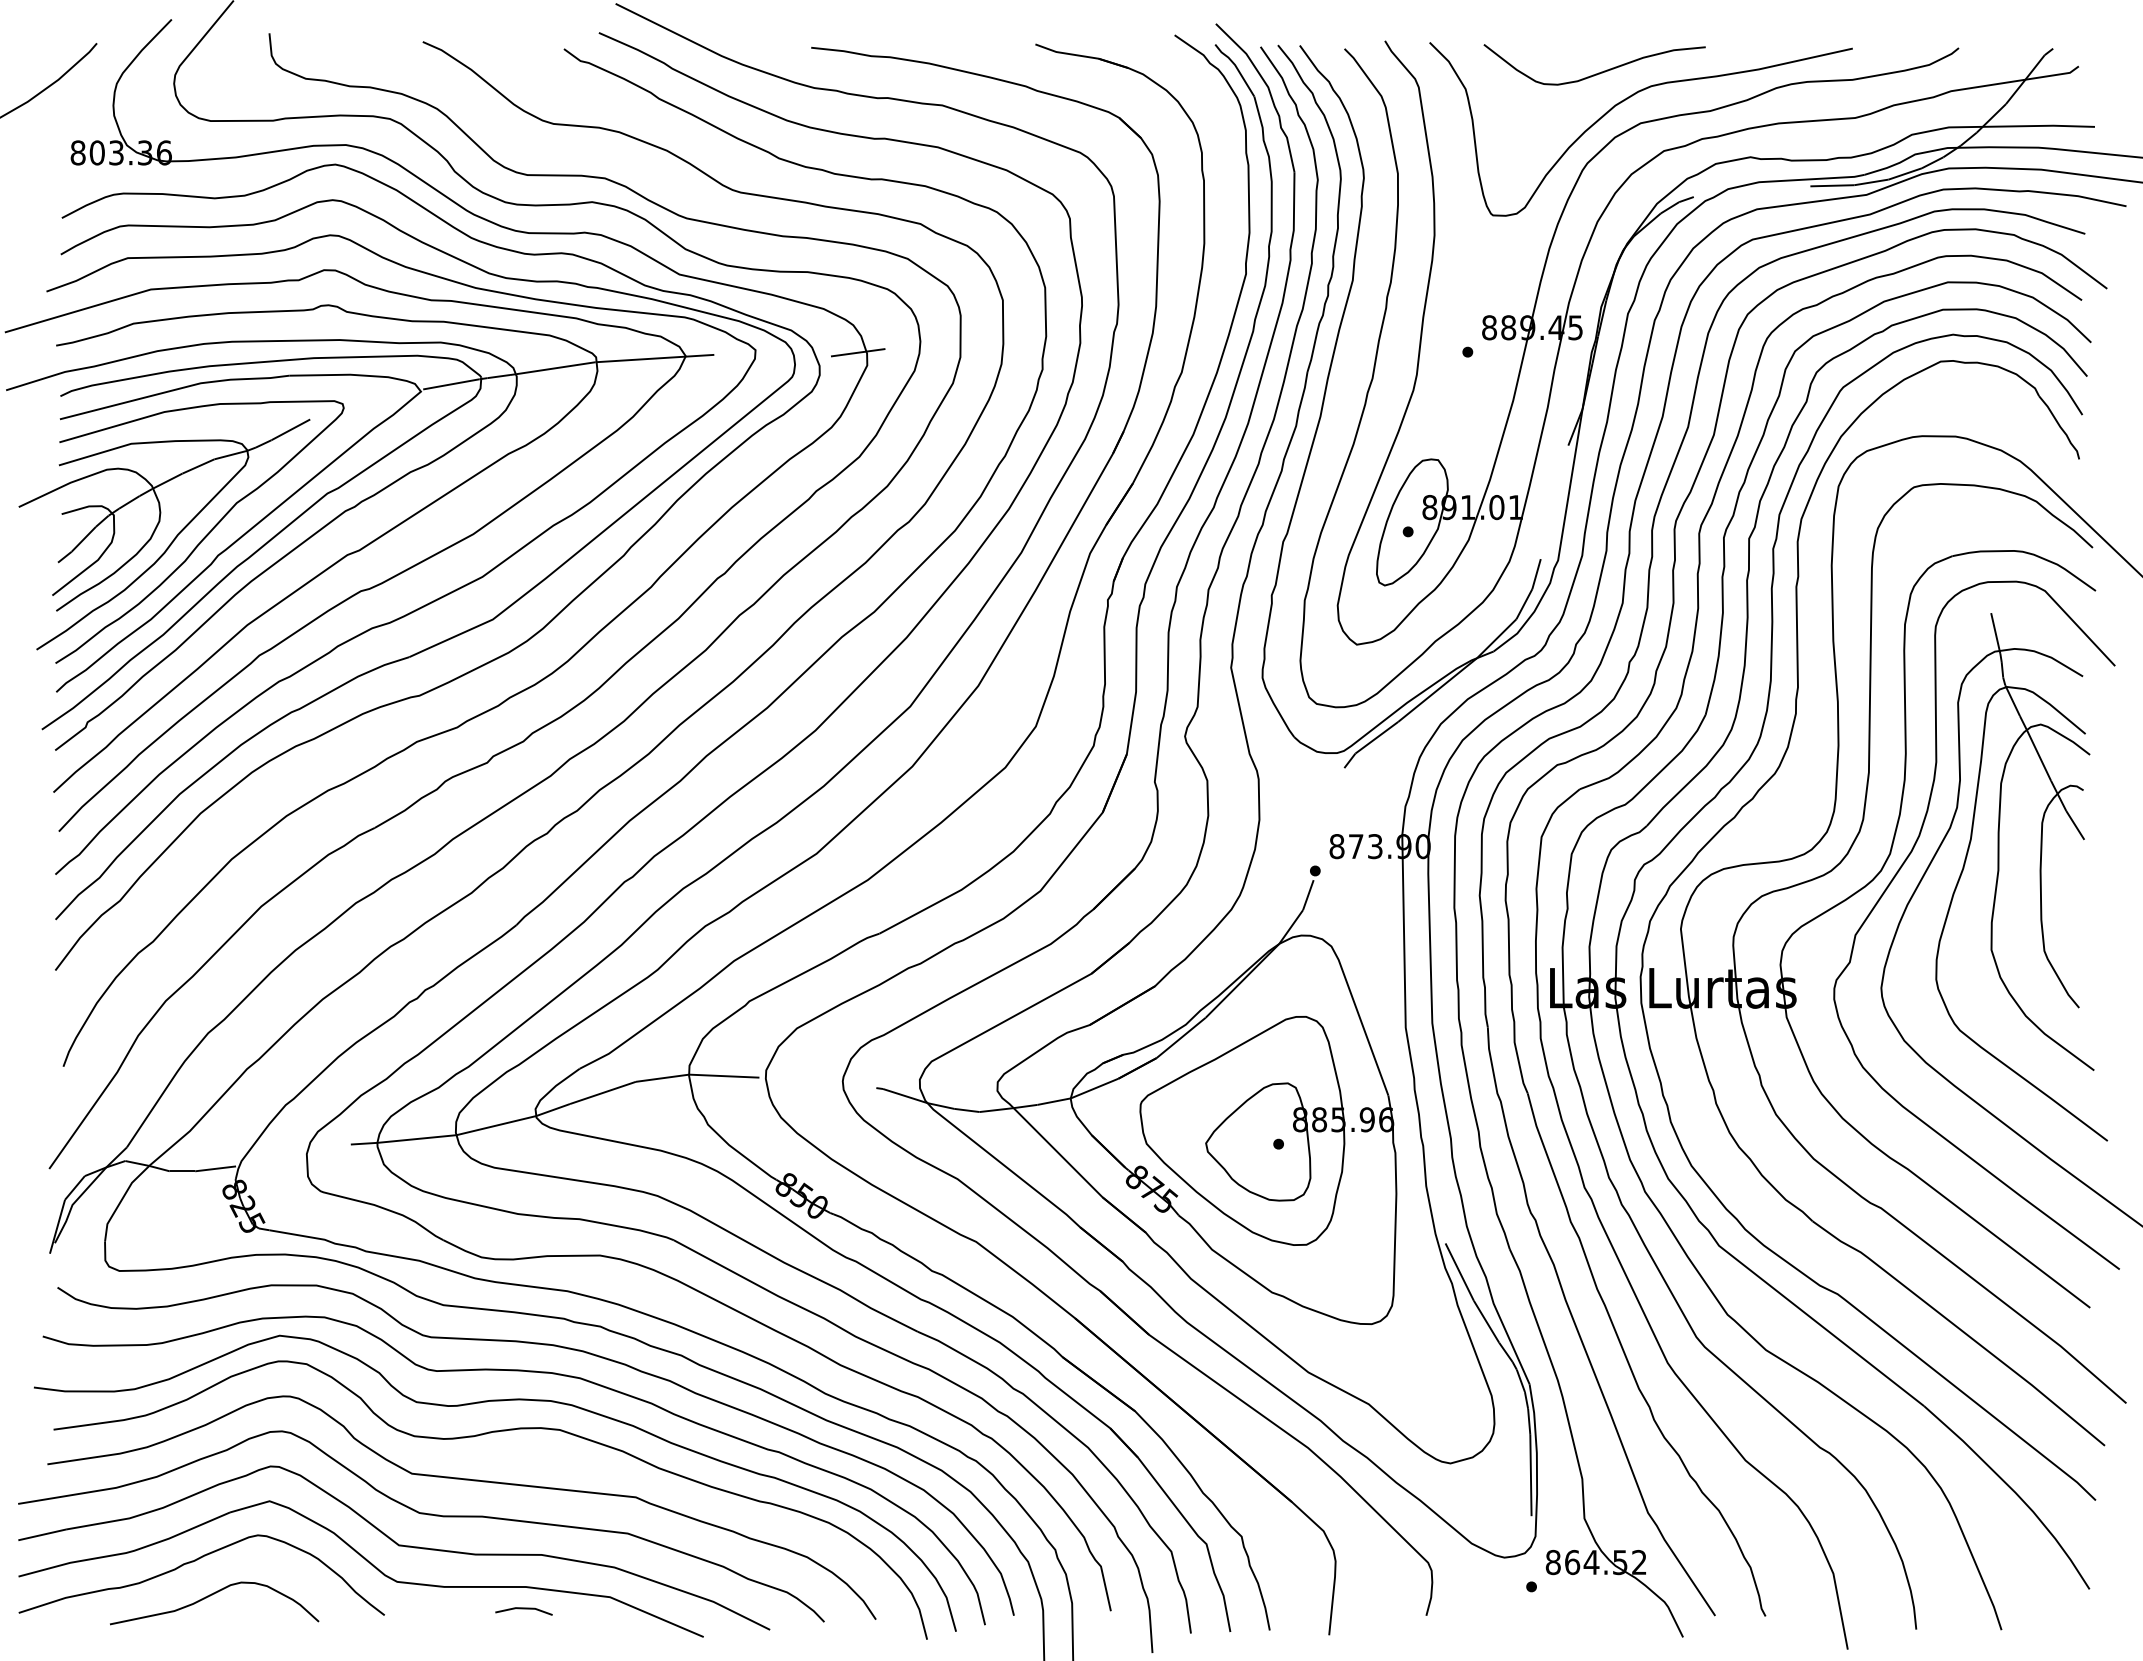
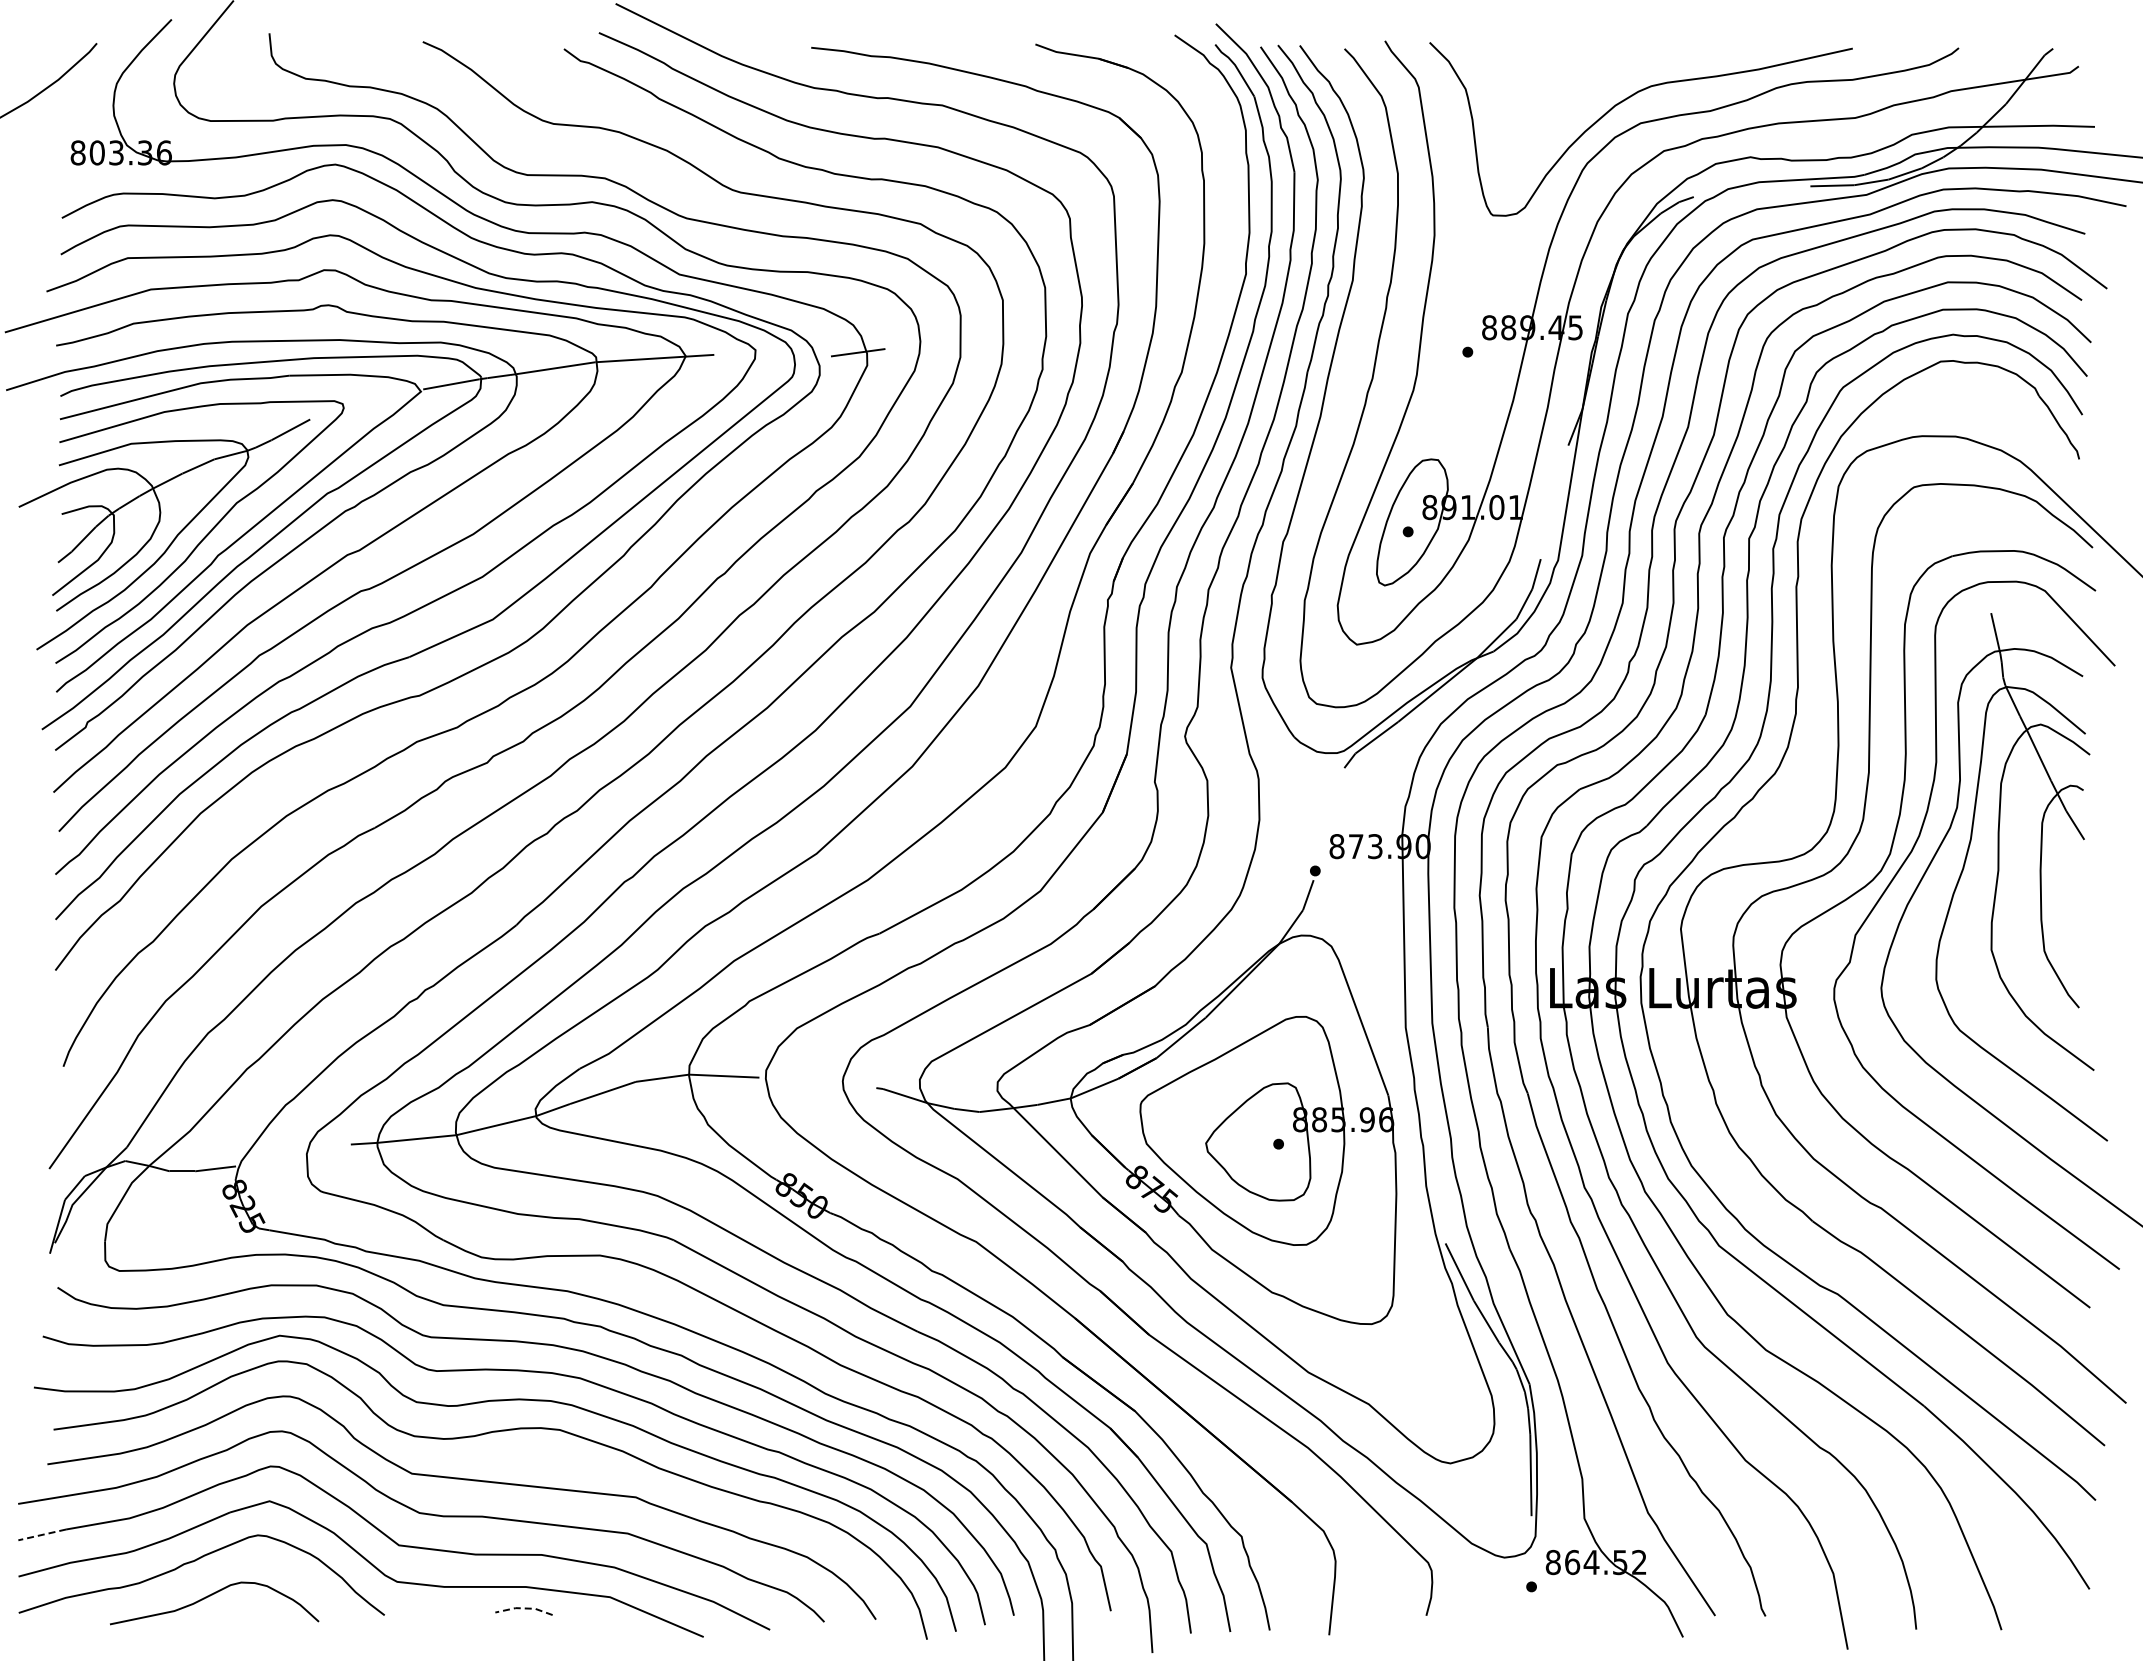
curve at (1598, 72): present -> none
line at (41, 1535): solid -> dashed
line at (524, 1608): solid -> dashed
